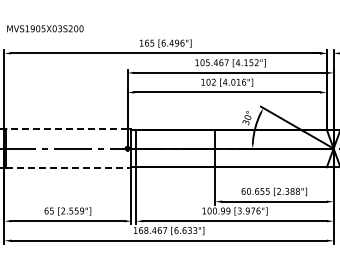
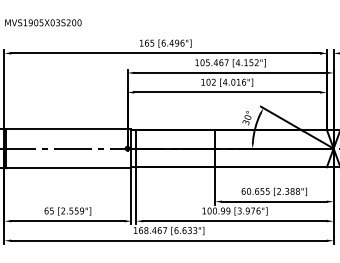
text at (45, 28) position: (45, 28) -> (43, 22)
line at (66, 129): dashed -> solid
line at (66, 168): dashed -> solid
